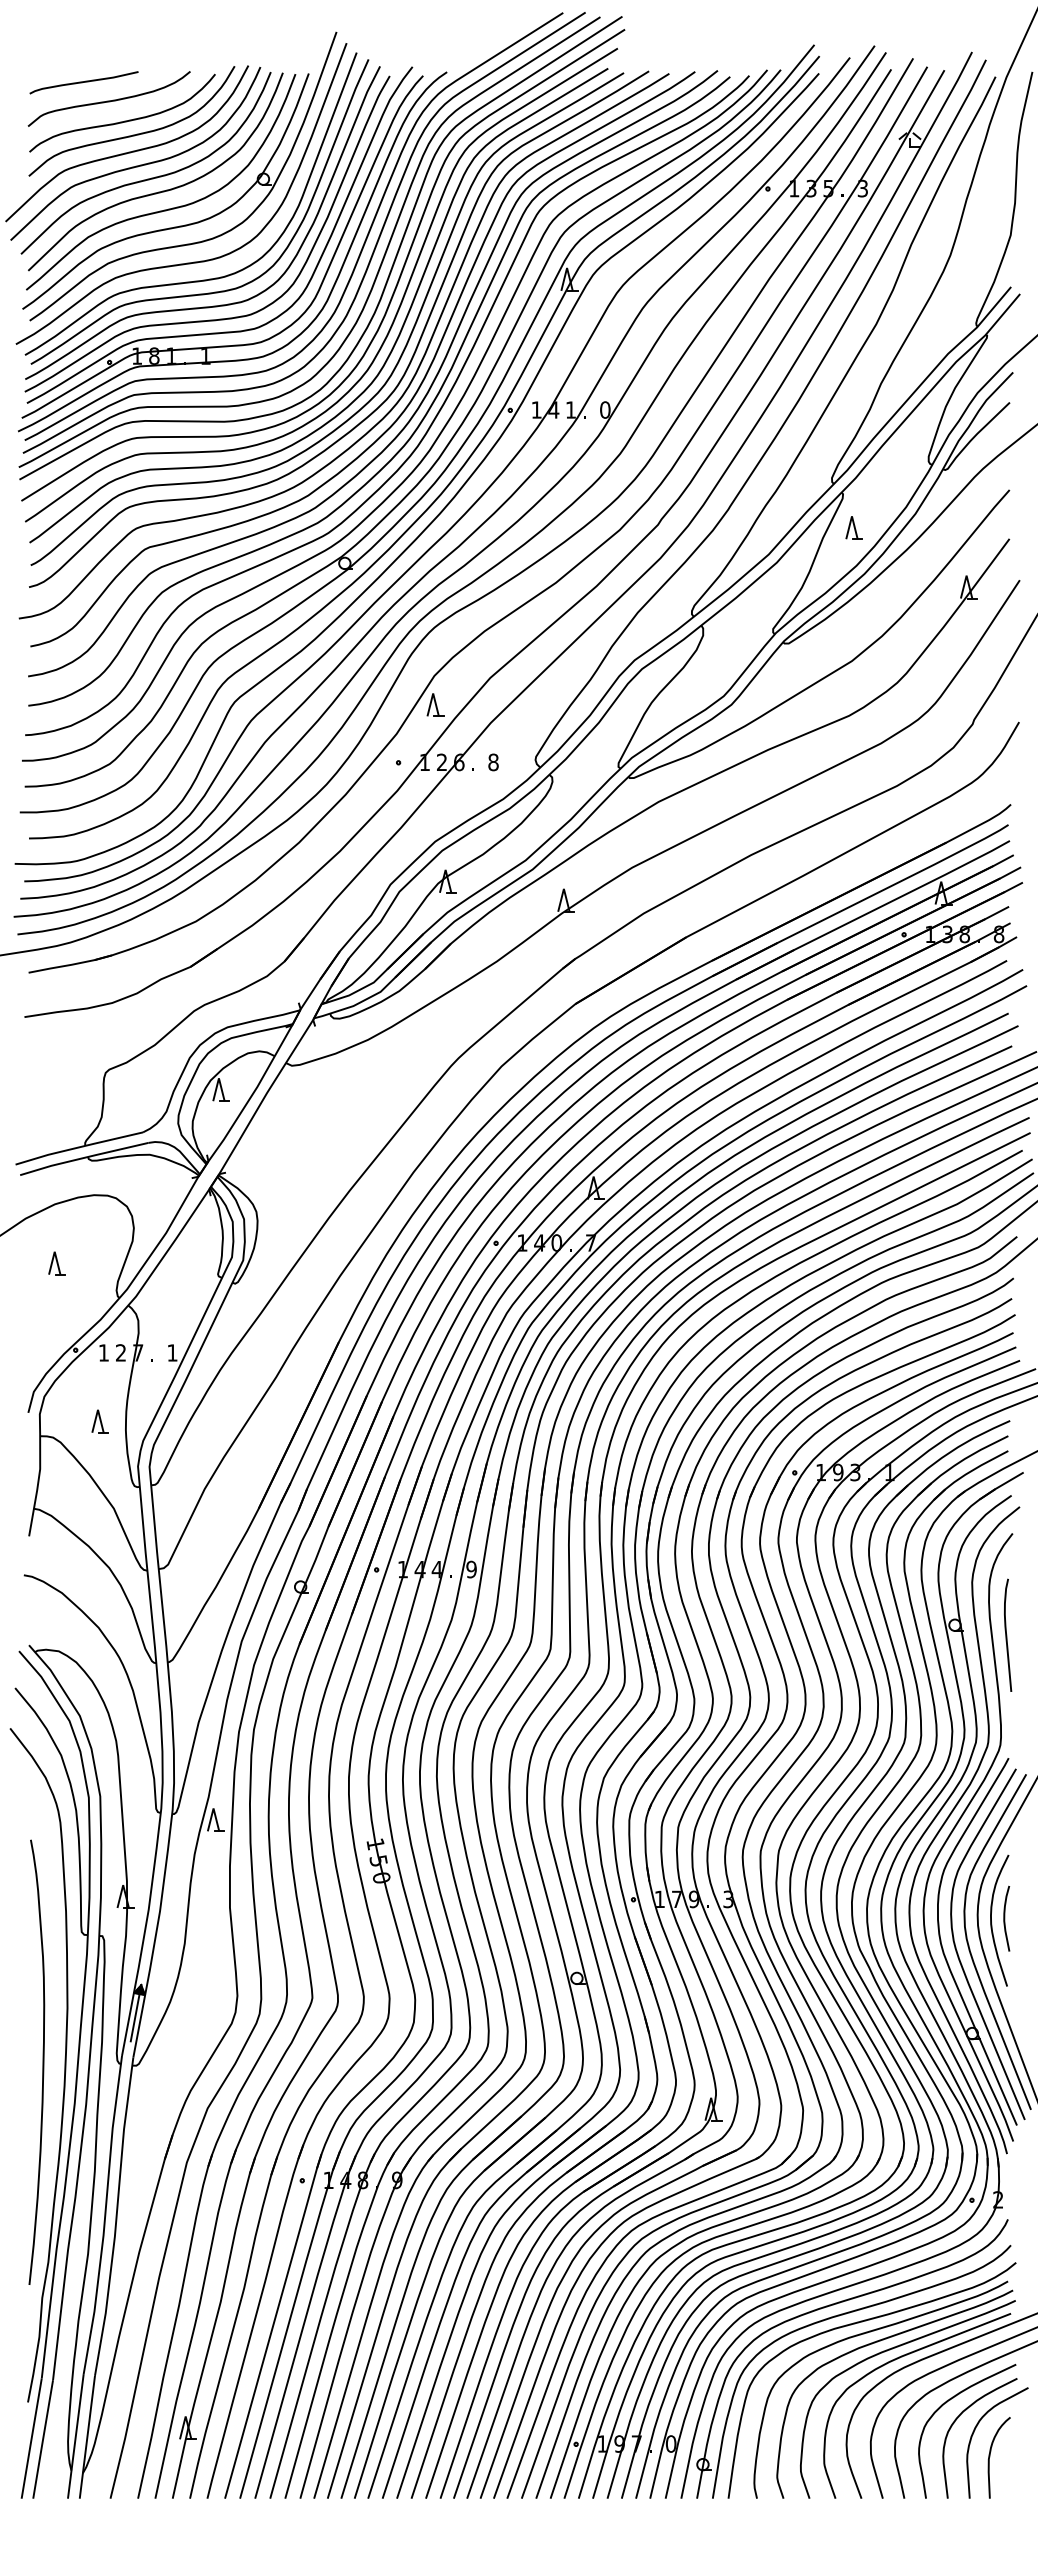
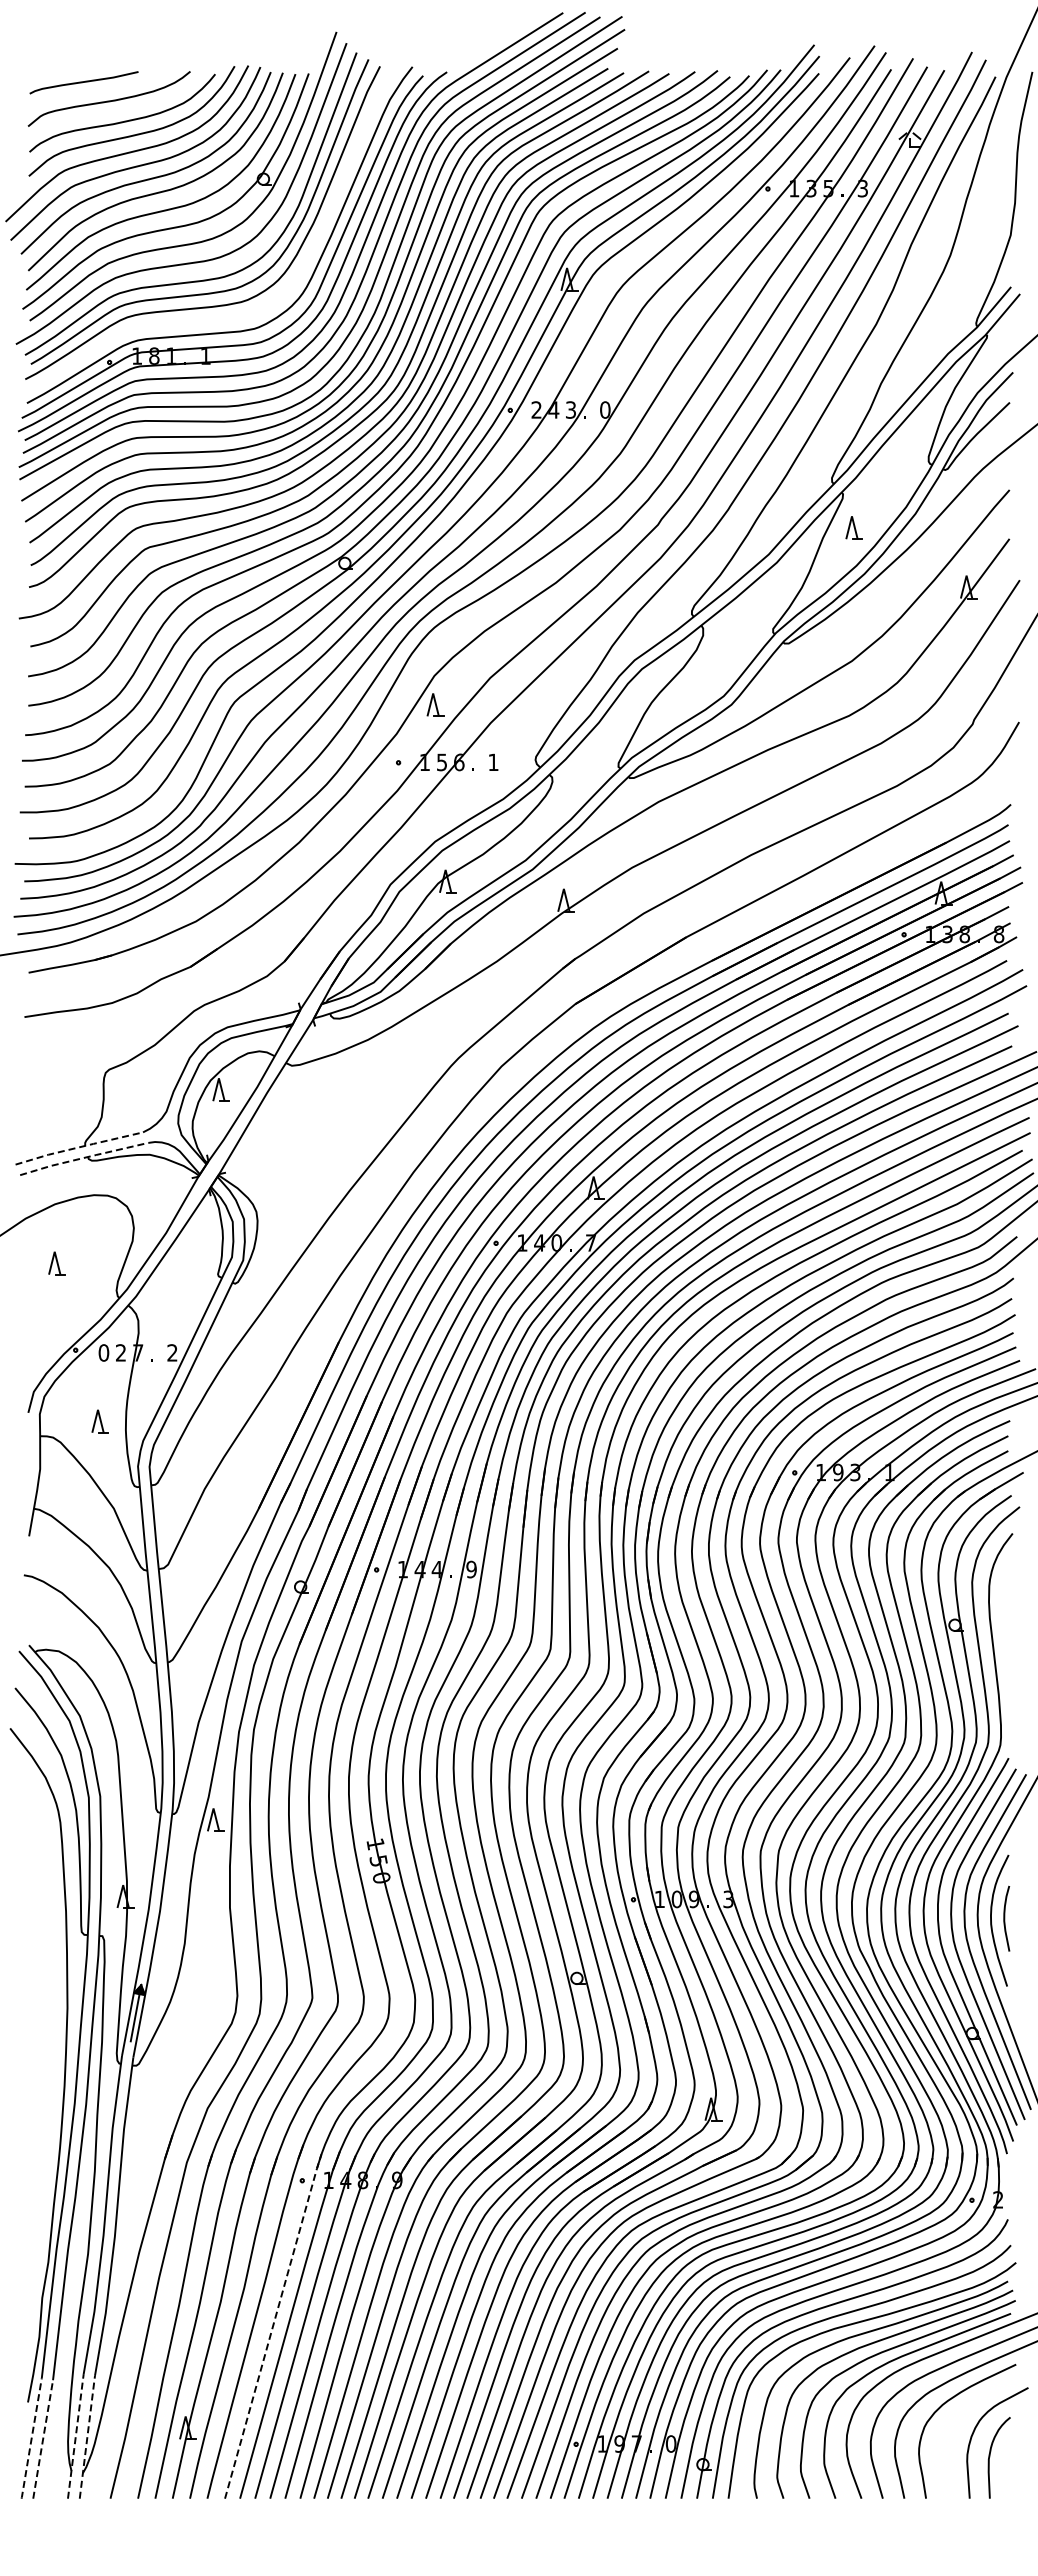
curve at (219, 318): present -> none
text at (536, 409): 1 -> 2
text at (570, 409): 1 -> 3
text at (441, 762): 2 -> 5
text at (493, 762): 8 -> 1
line at (79, 1147): solid -> dashed
line at (83, 1158): solid -> dashed
text at (103, 1352): 1 -> 0
text at (172, 1352): 1 -> 2
curve at (1007, 1634): present -> none
text at (676, 1899): 7 -> 0
curve at (42, 2061): present -> none
line at (273, 2325): solid -> dashed
curve at (958, 2418): present -> none
line at (75, 2436): solid -> dashed
line at (87, 2437): solid -> dashed
line at (31, 2439): solid -> dashed
line at (43, 2439): solid -> dashed
